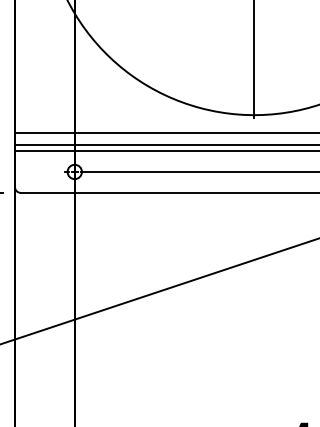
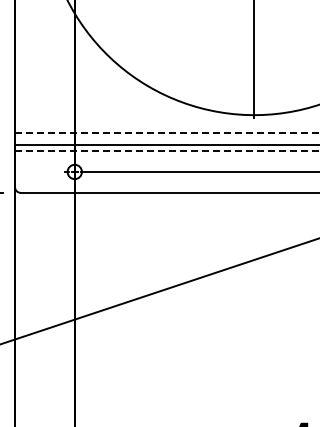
line at (167, 133): solid -> dashed
line at (167, 151): solid -> dashed
